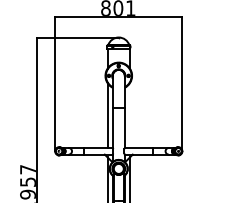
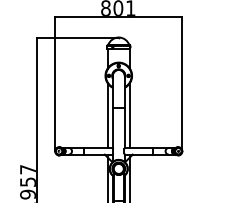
line at (129, 115): none -> present
